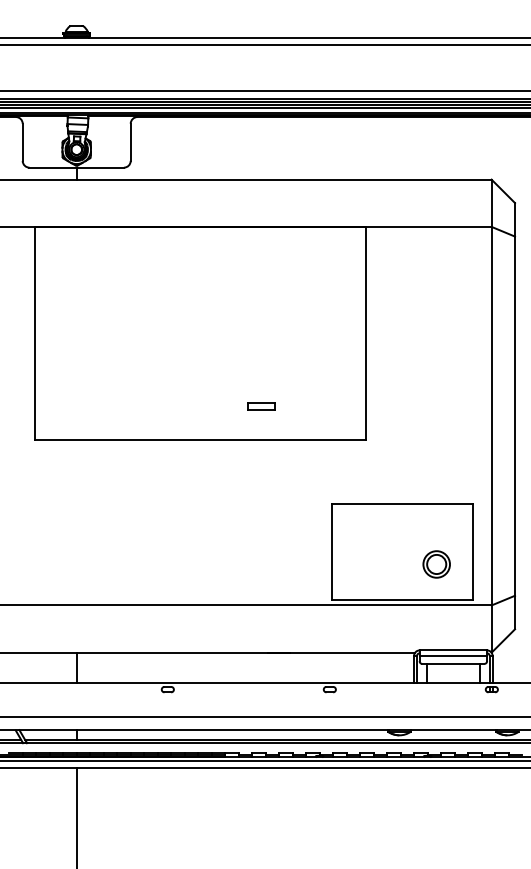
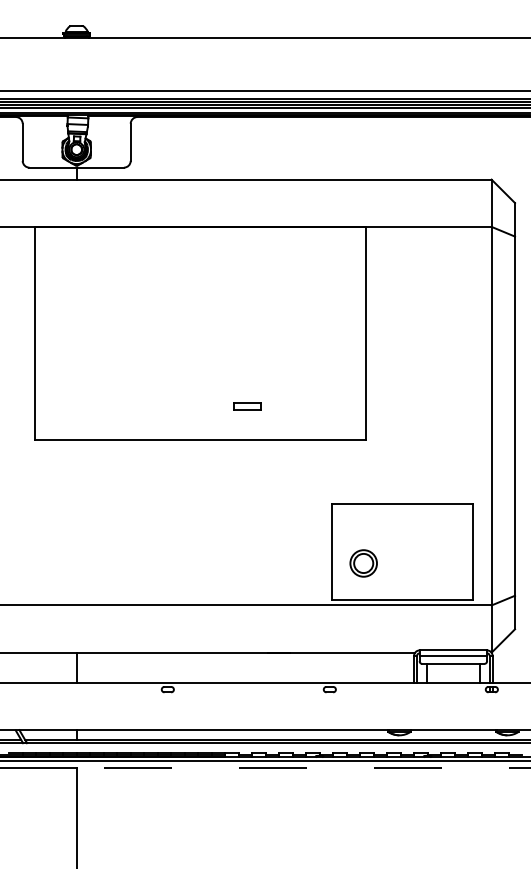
line at (264, 44): present -> none
part at (261, 406) position: (261, 406) -> (247, 406)
part at (436, 564) position: (436, 564) -> (363, 563)
line at (264, 716): present -> none
line at (303, 768): solid -> dashed
